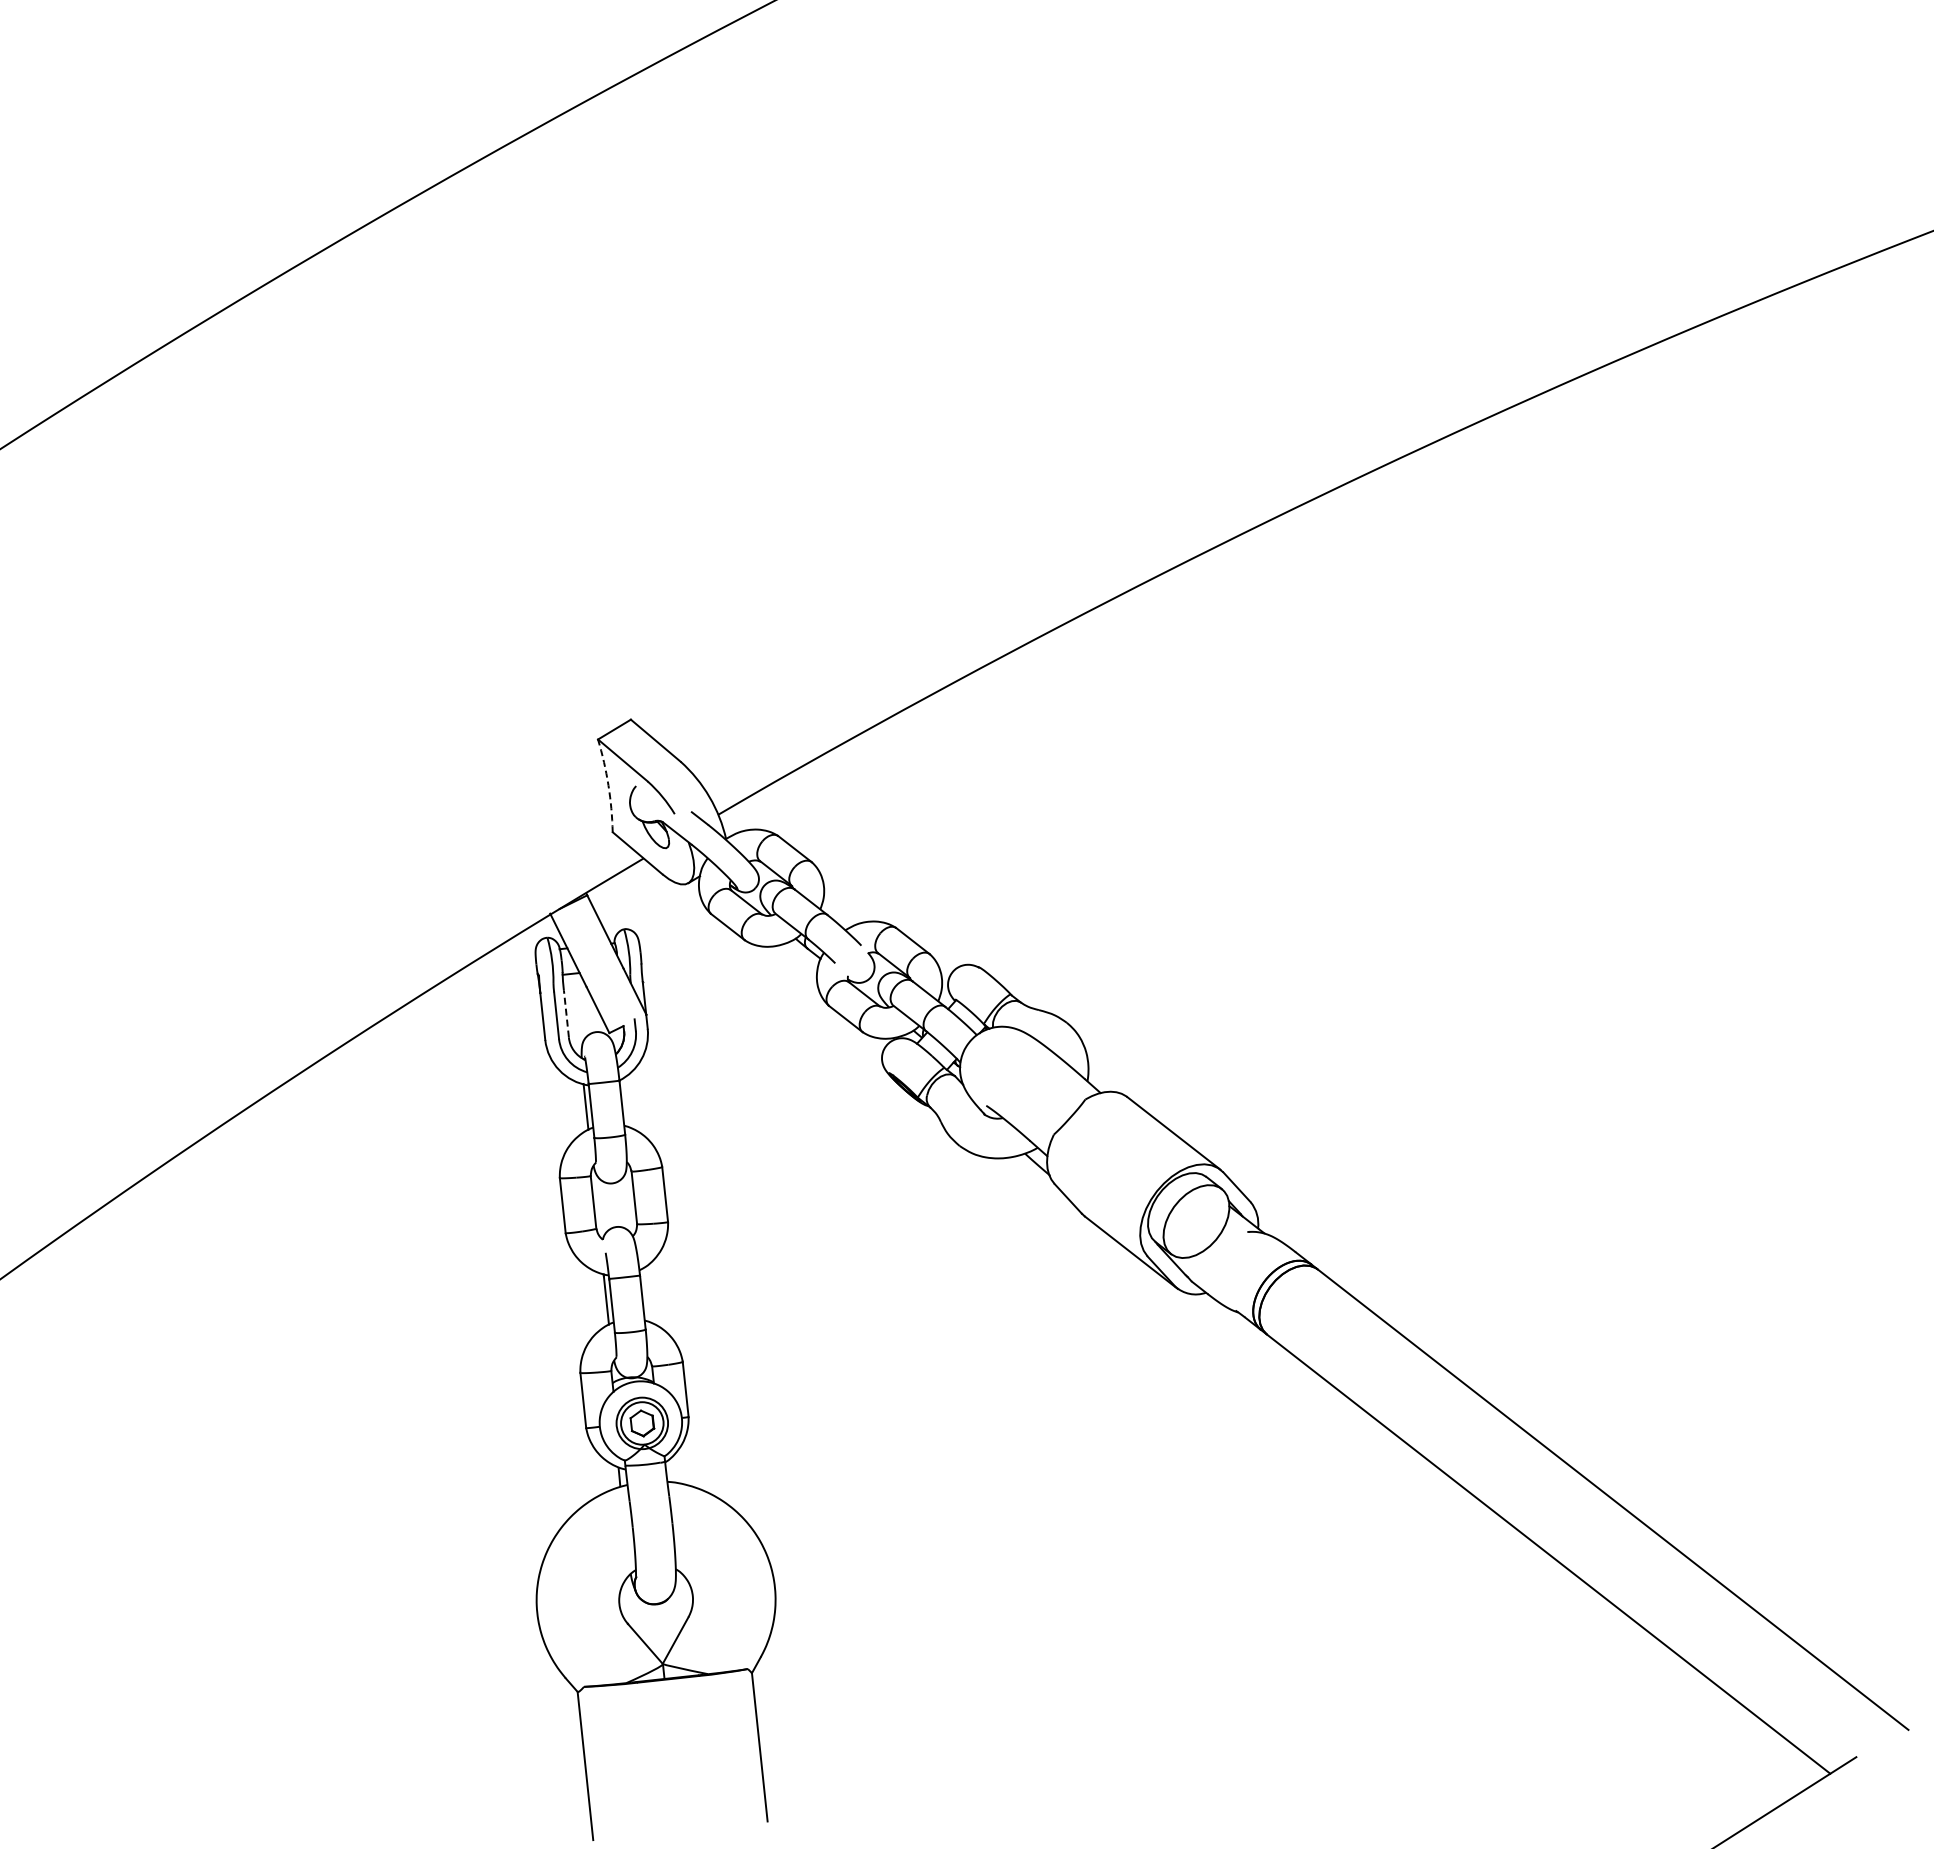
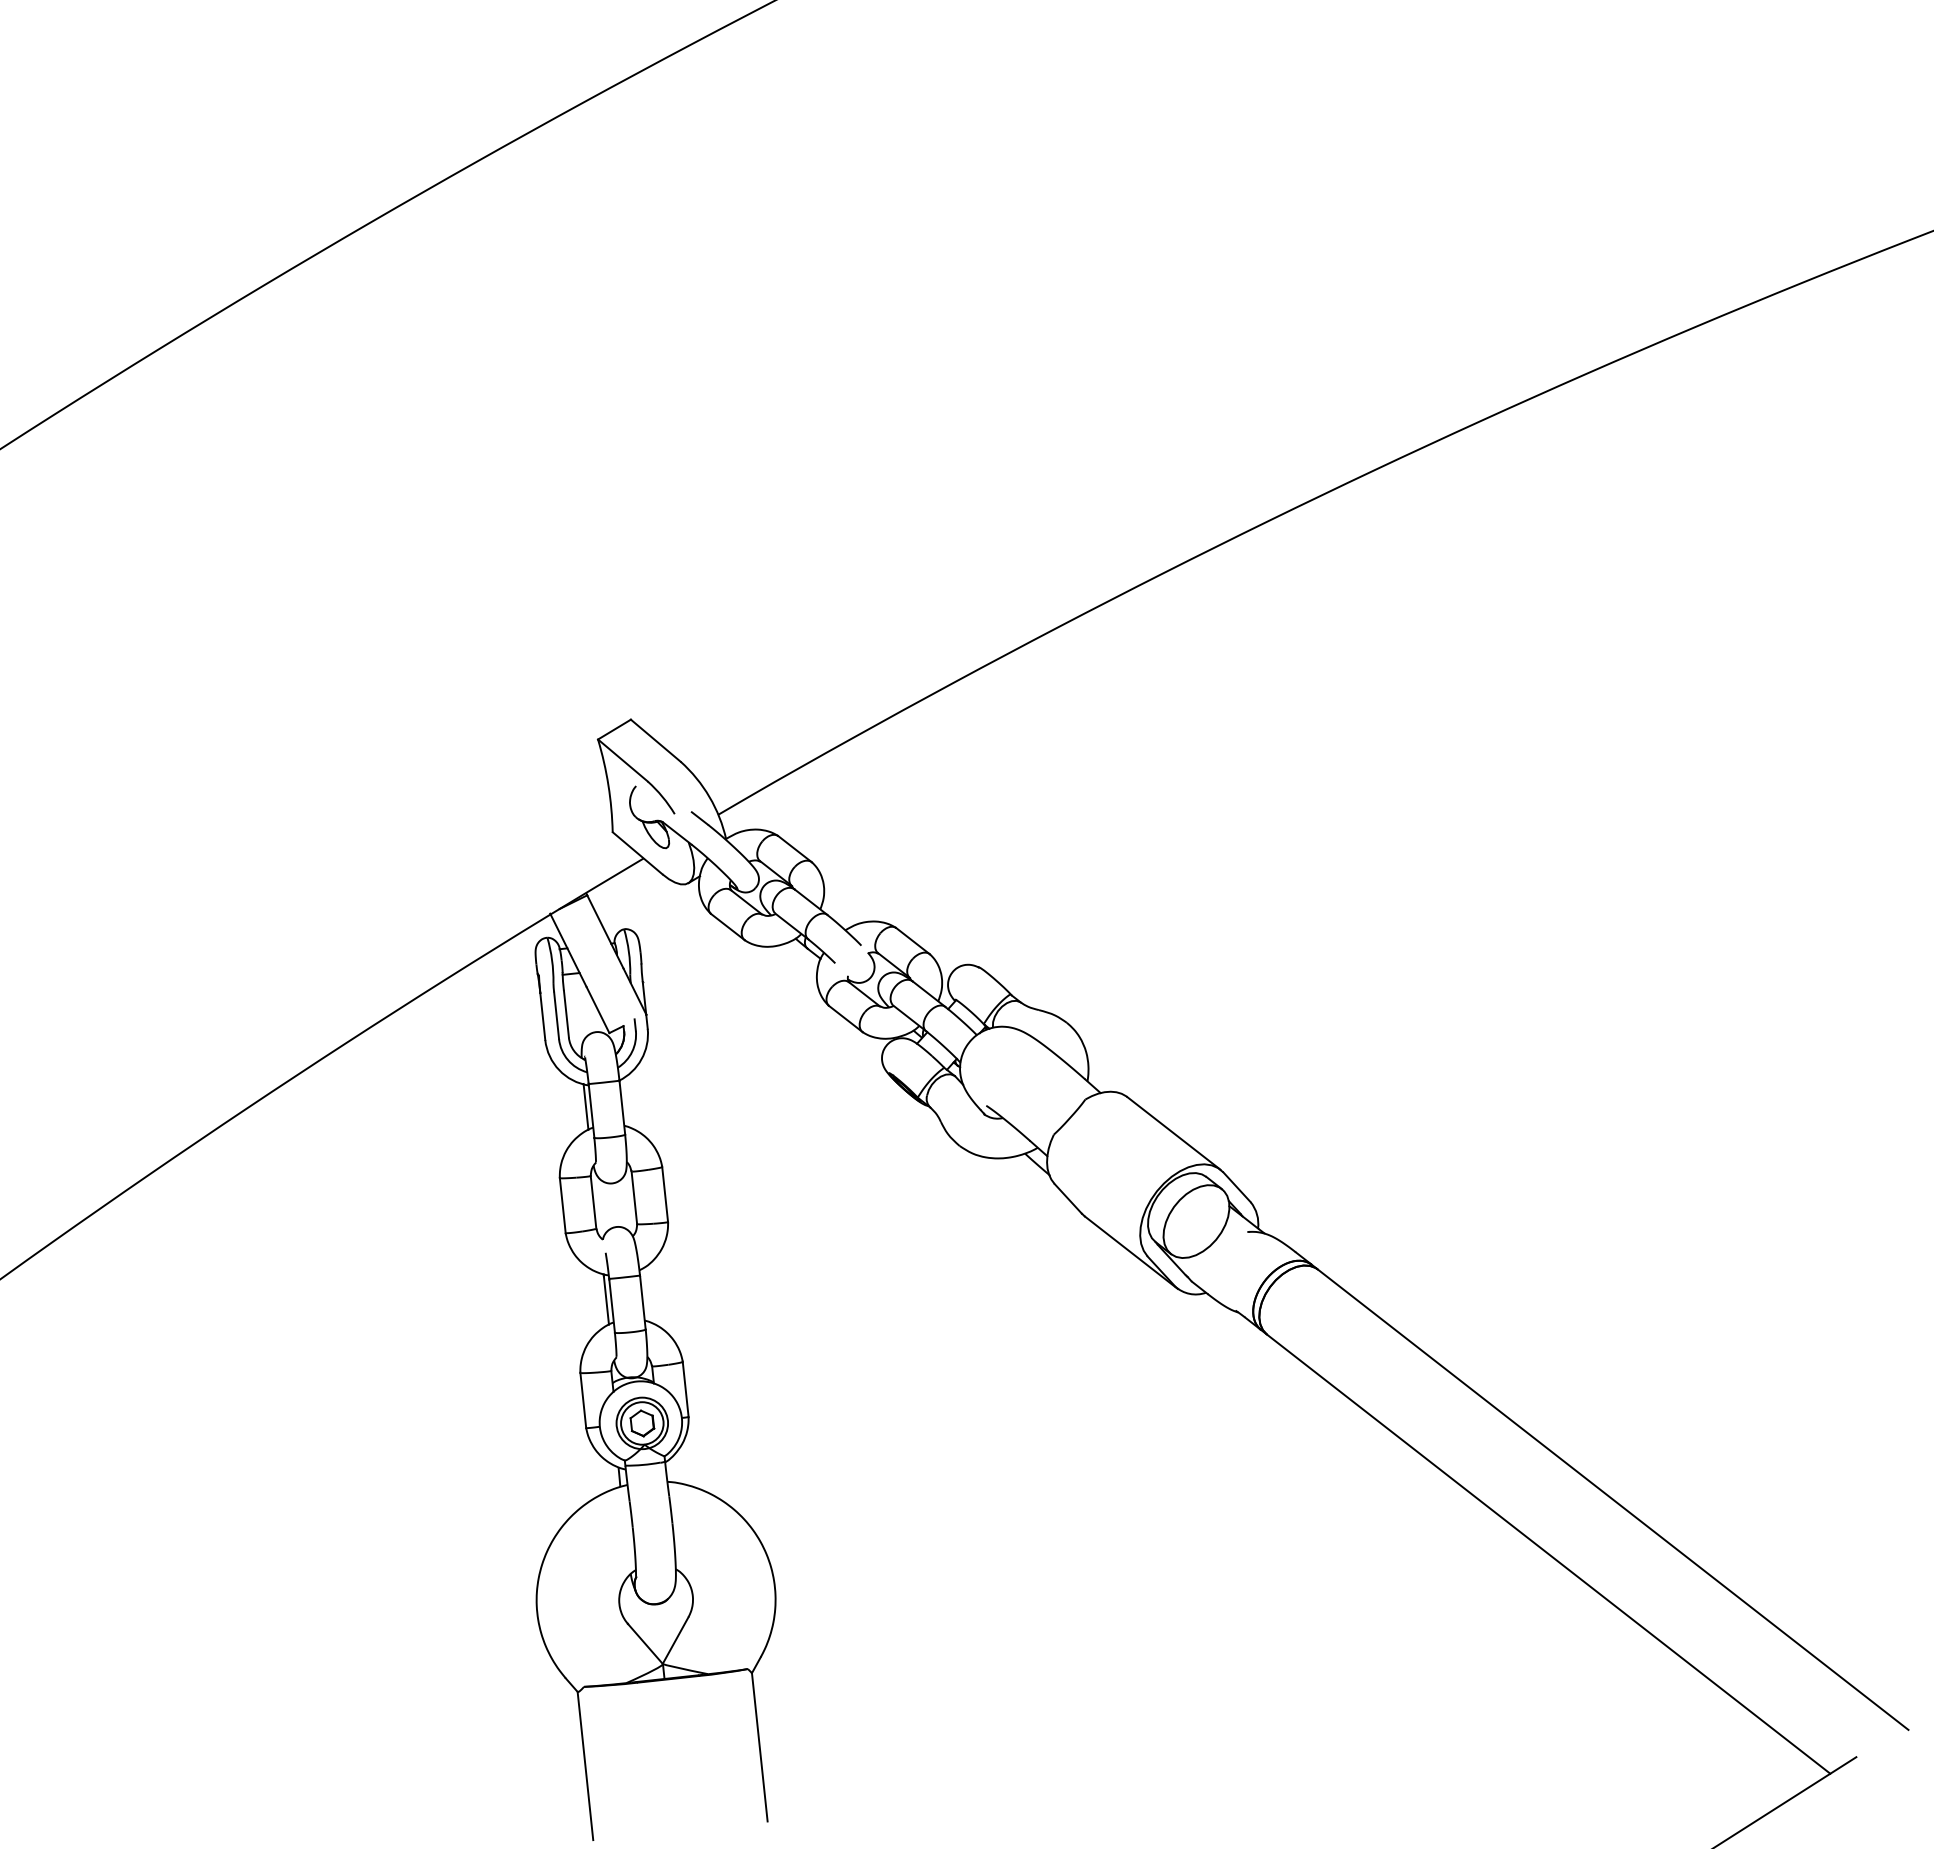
arc at (608, 785): dashed -> solid
line at (566, 1013): dashed -> solid
